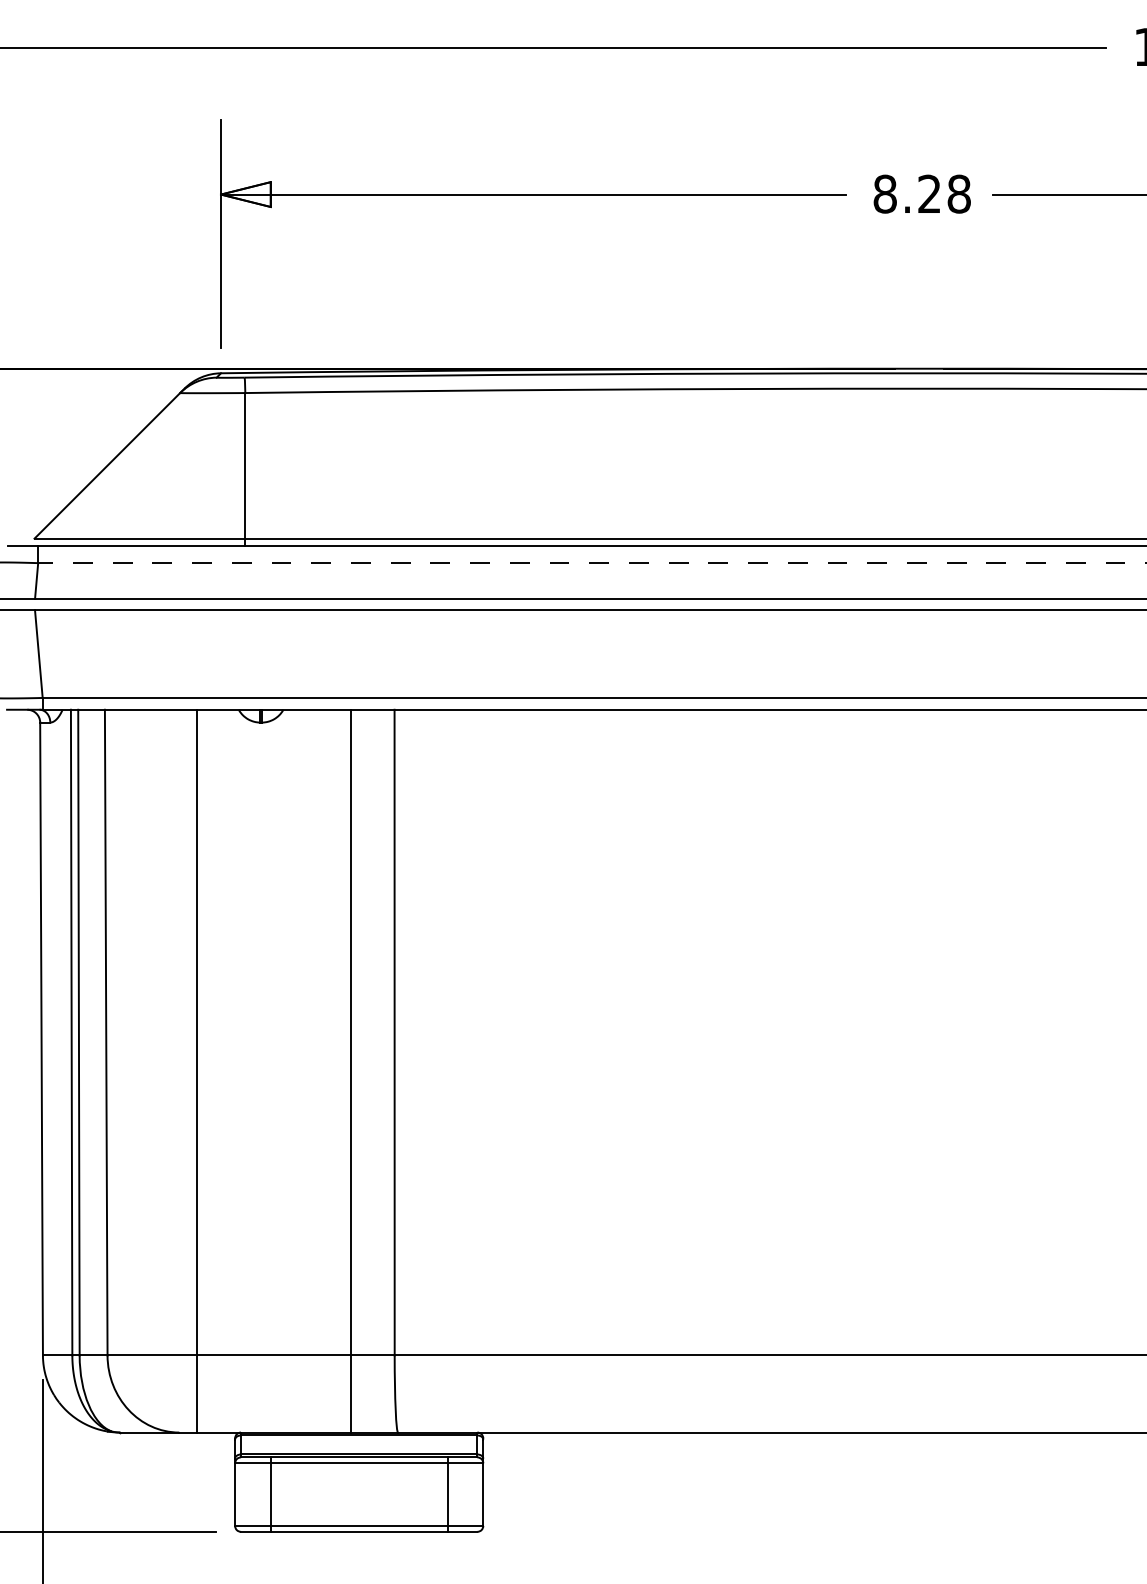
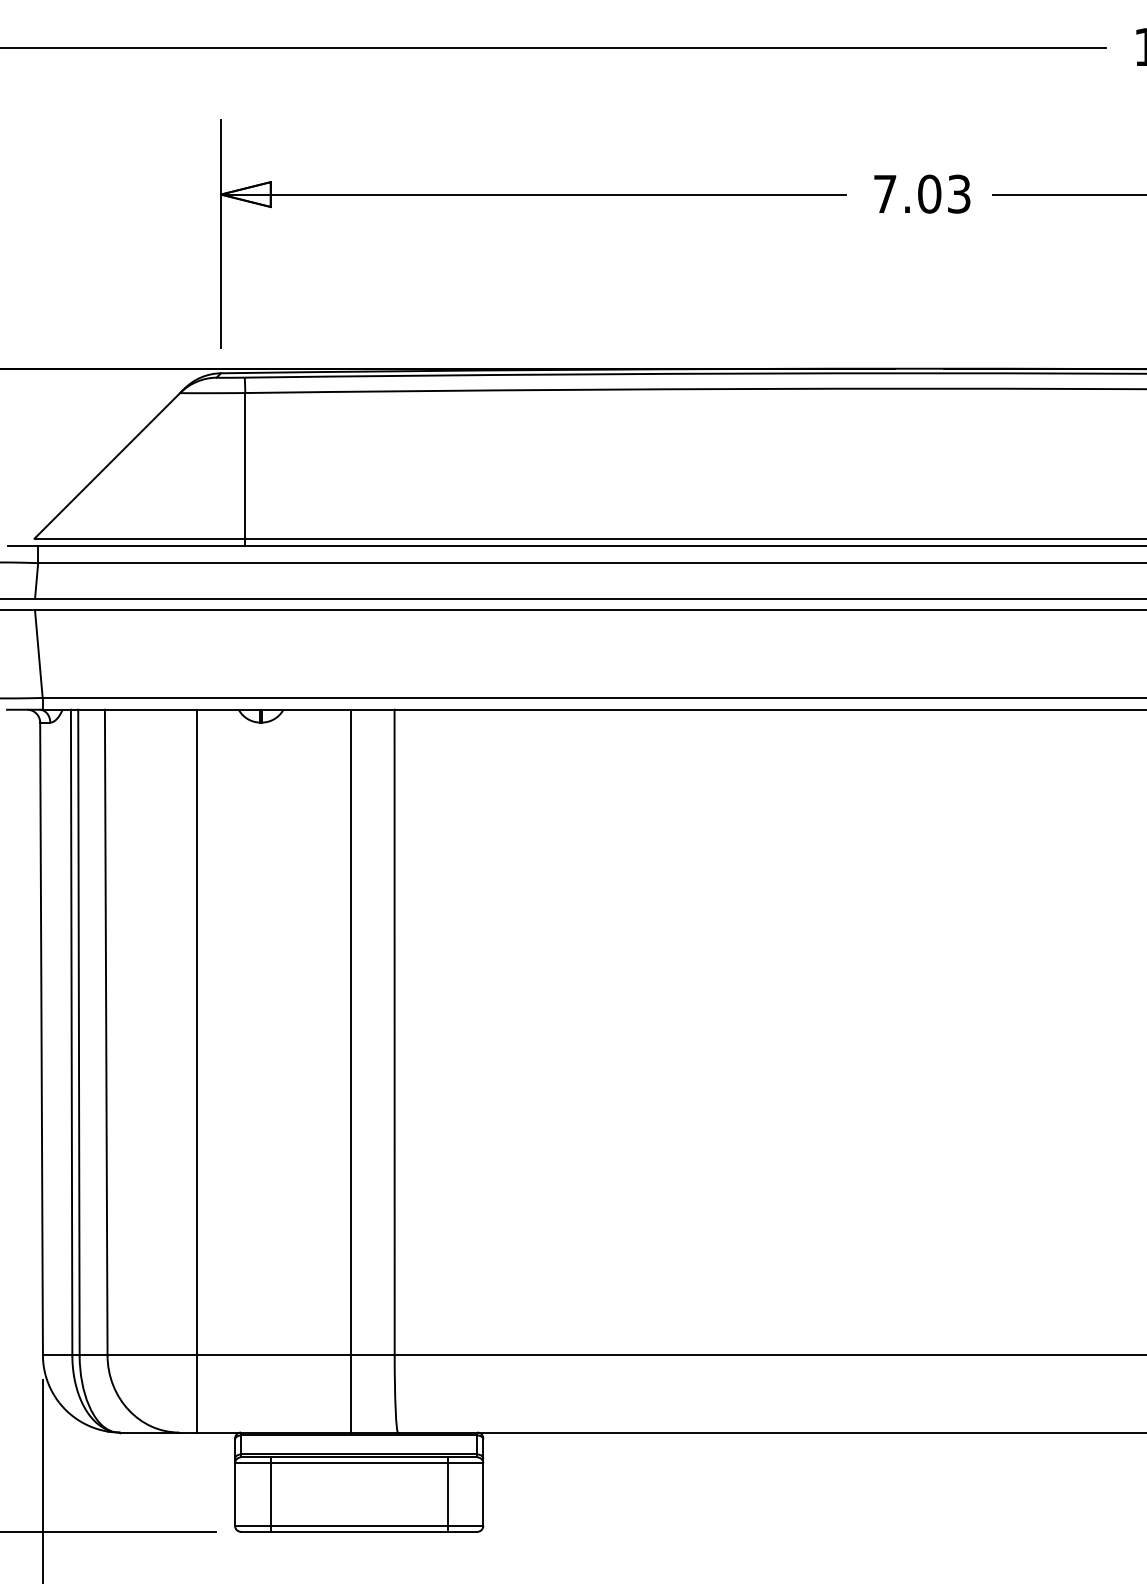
text at (921, 193): 8.28 -> 7.03
line at (591, 563): dashed -> solid
